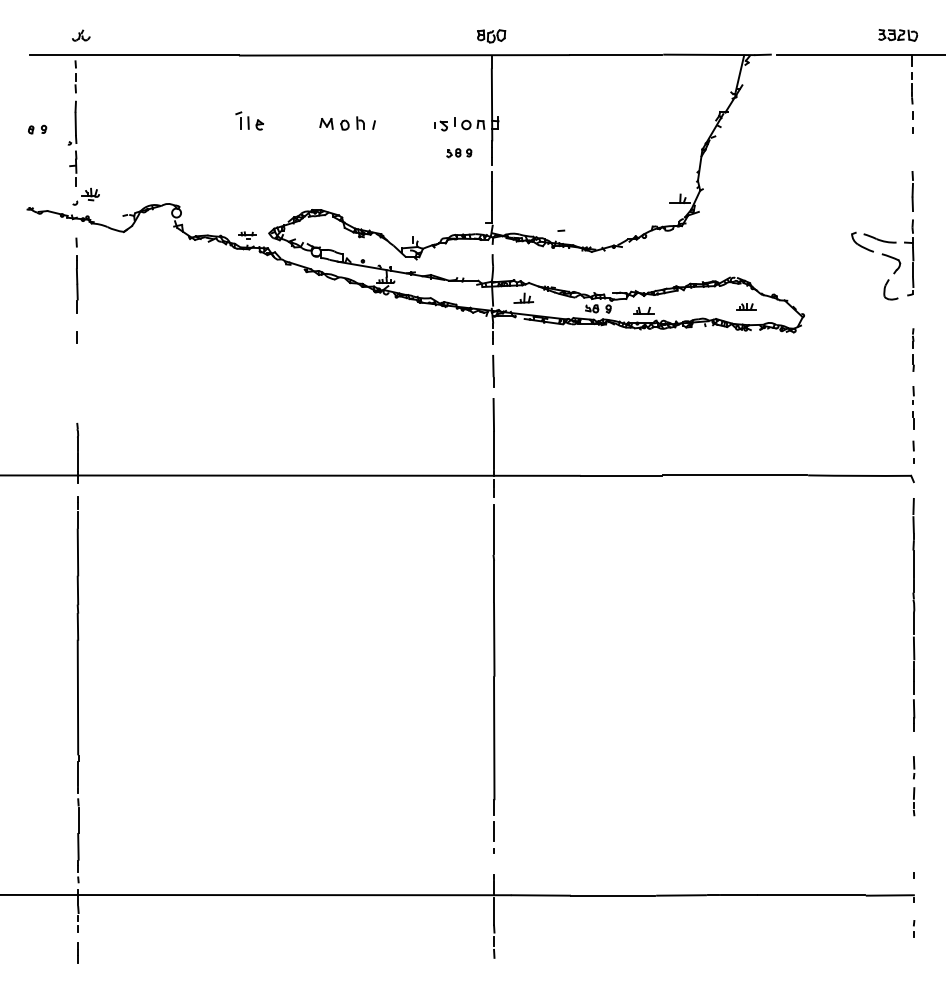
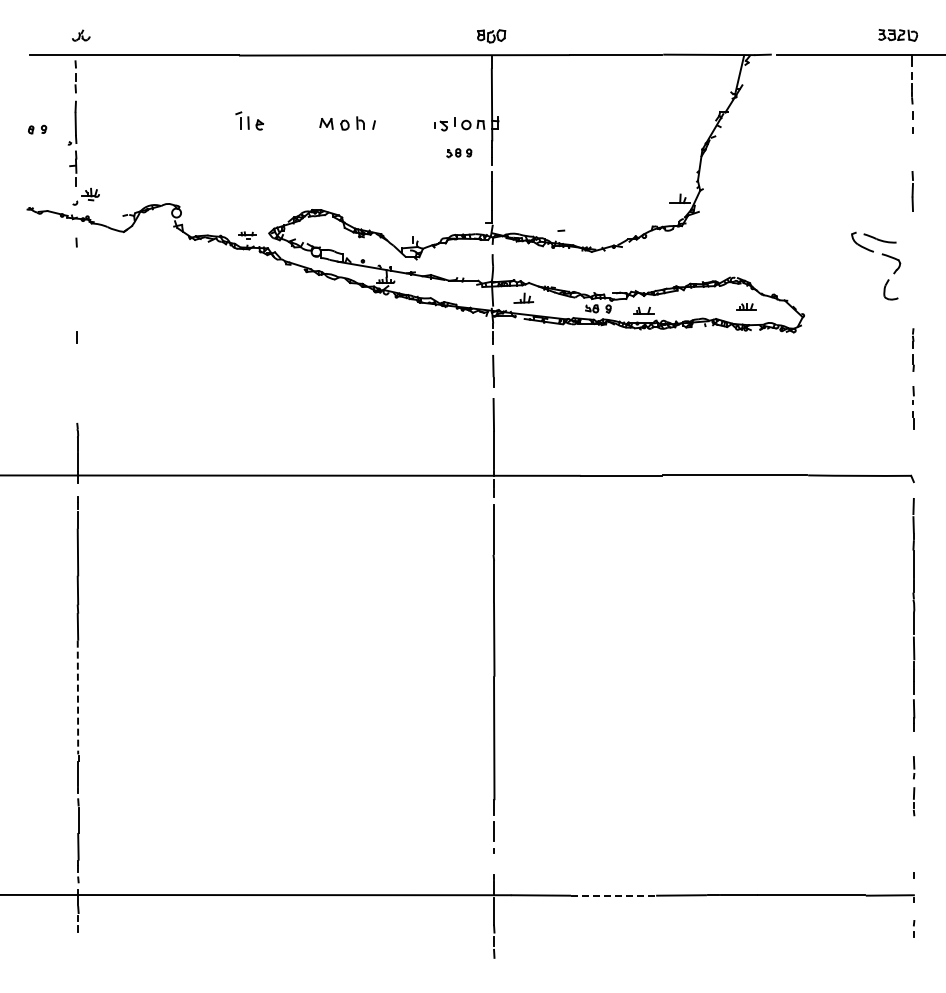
part at (909, 257): present -> none
line at (77, 284): present -> none
part at (913, 451): present -> none
line at (77, 697): solid -> dashed
line at (613, 895): solid -> dashed
line at (77, 952): present -> none
